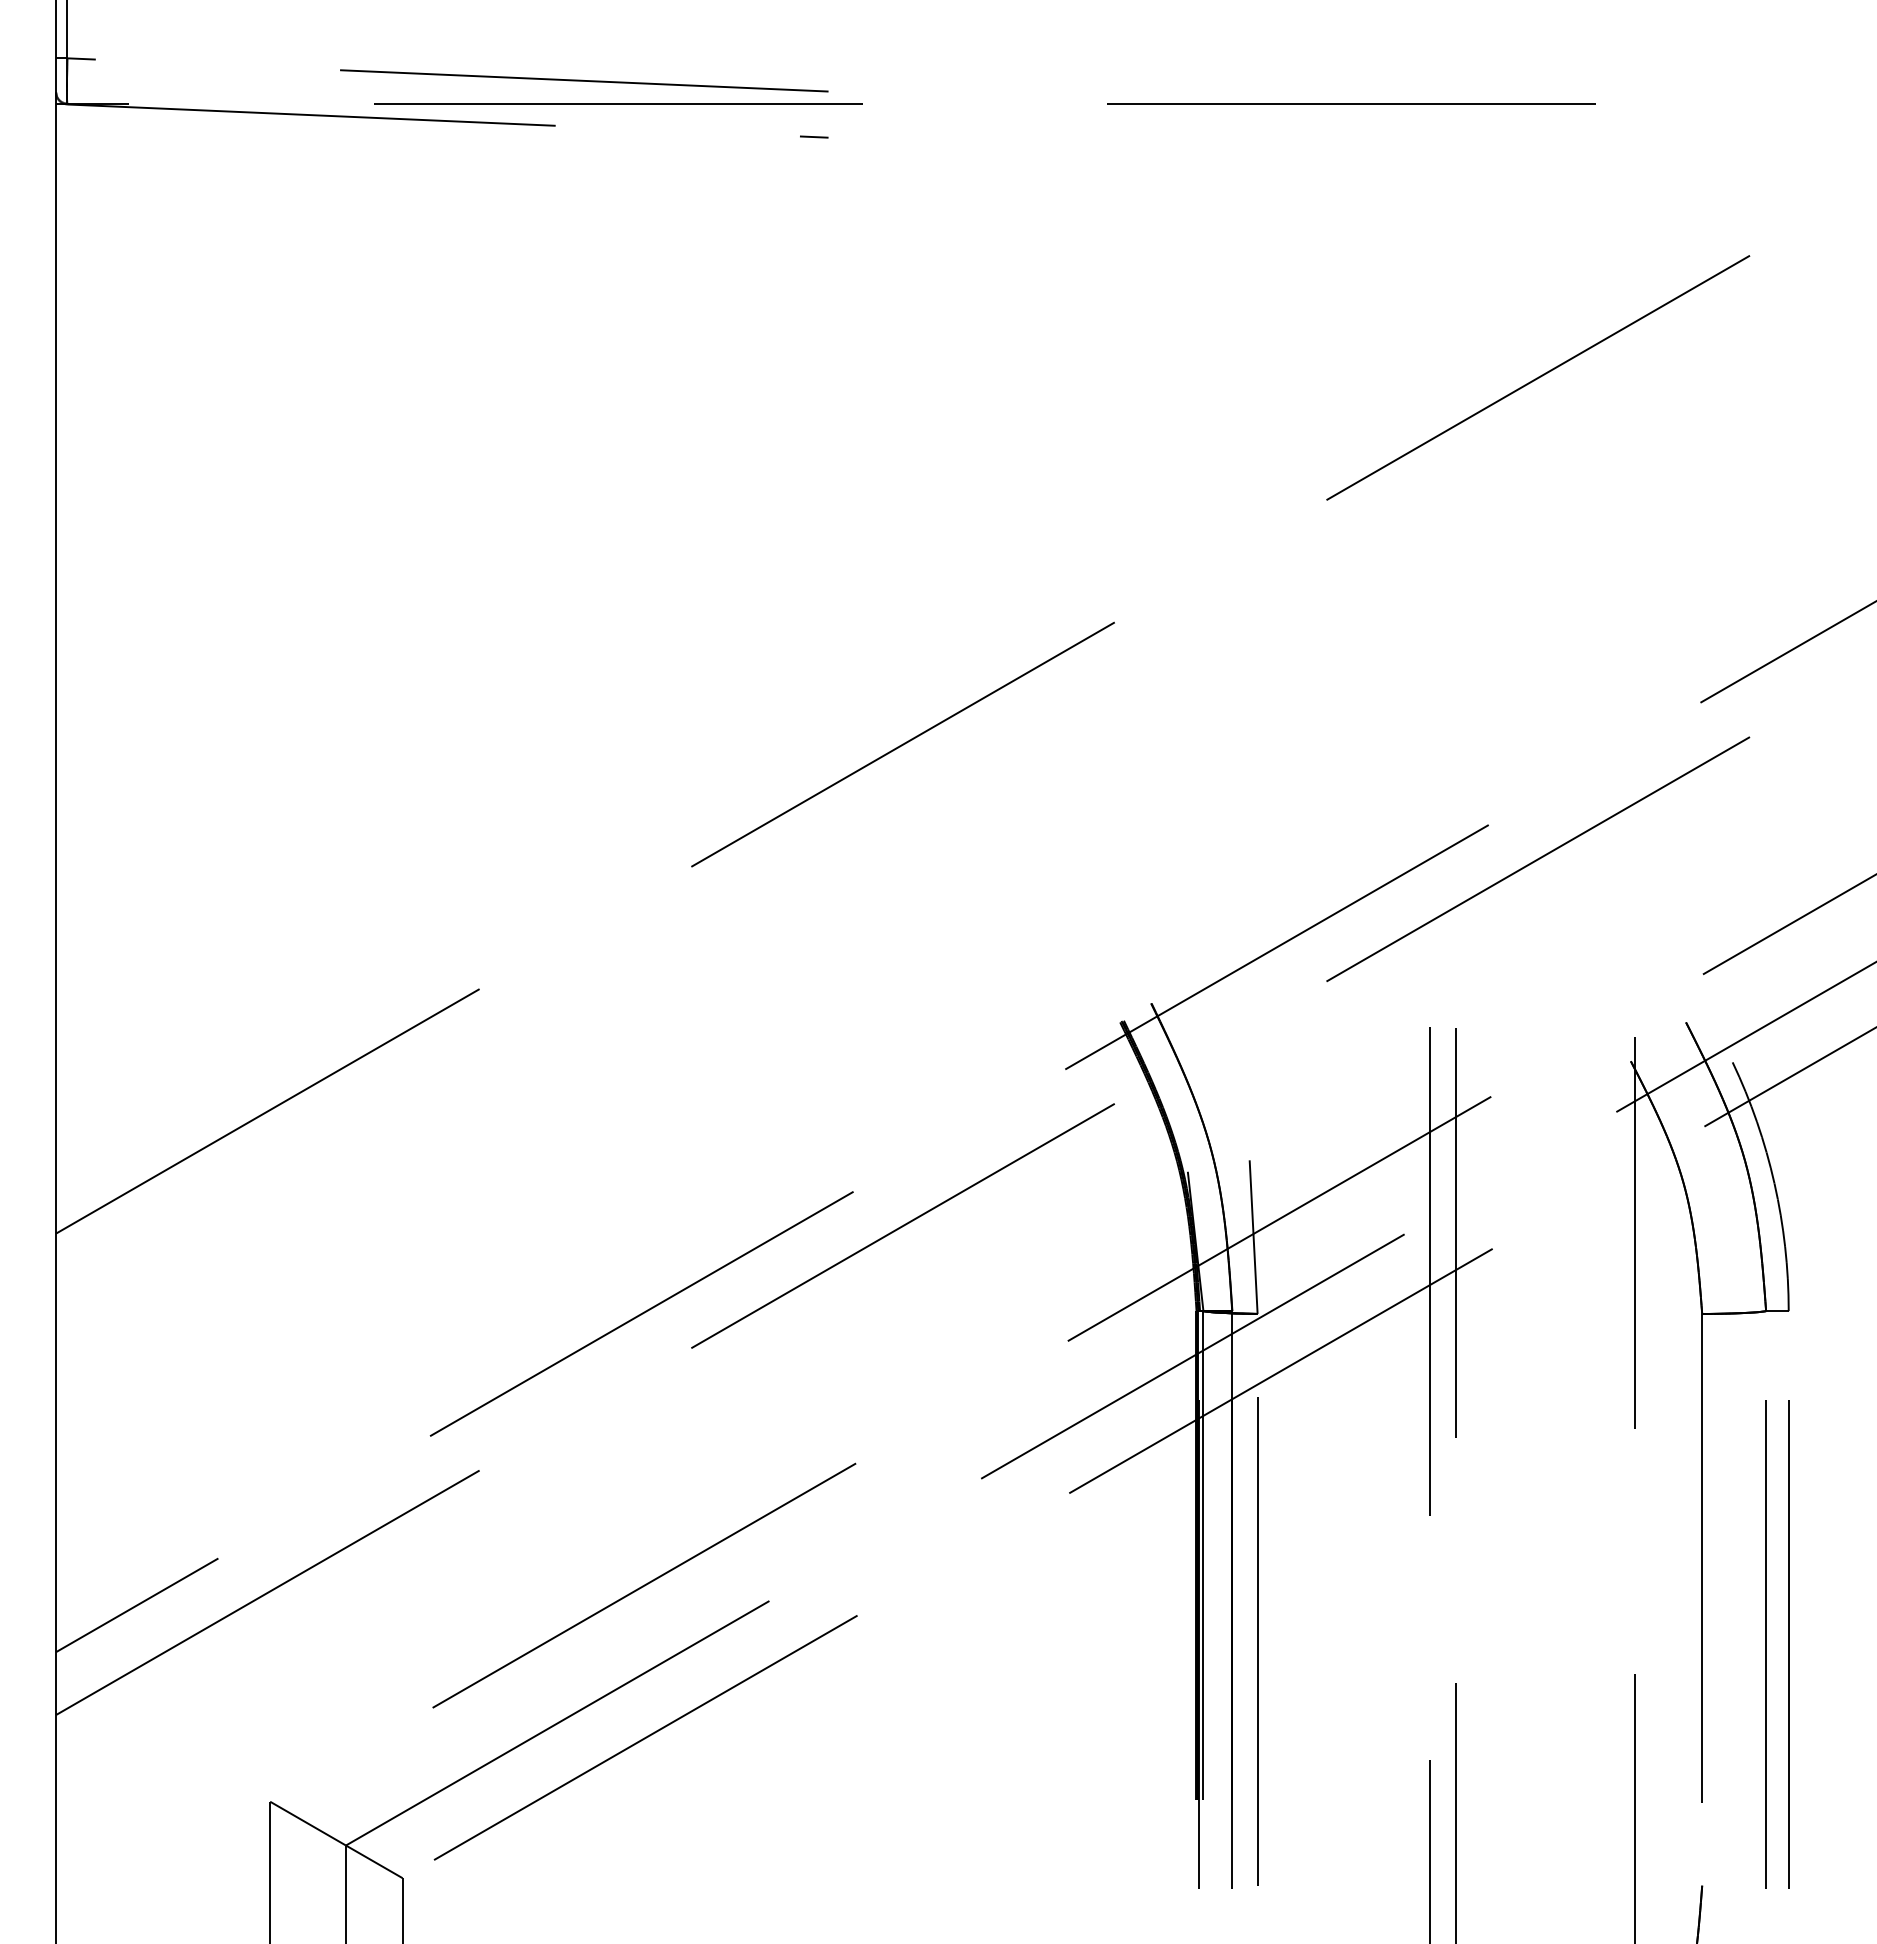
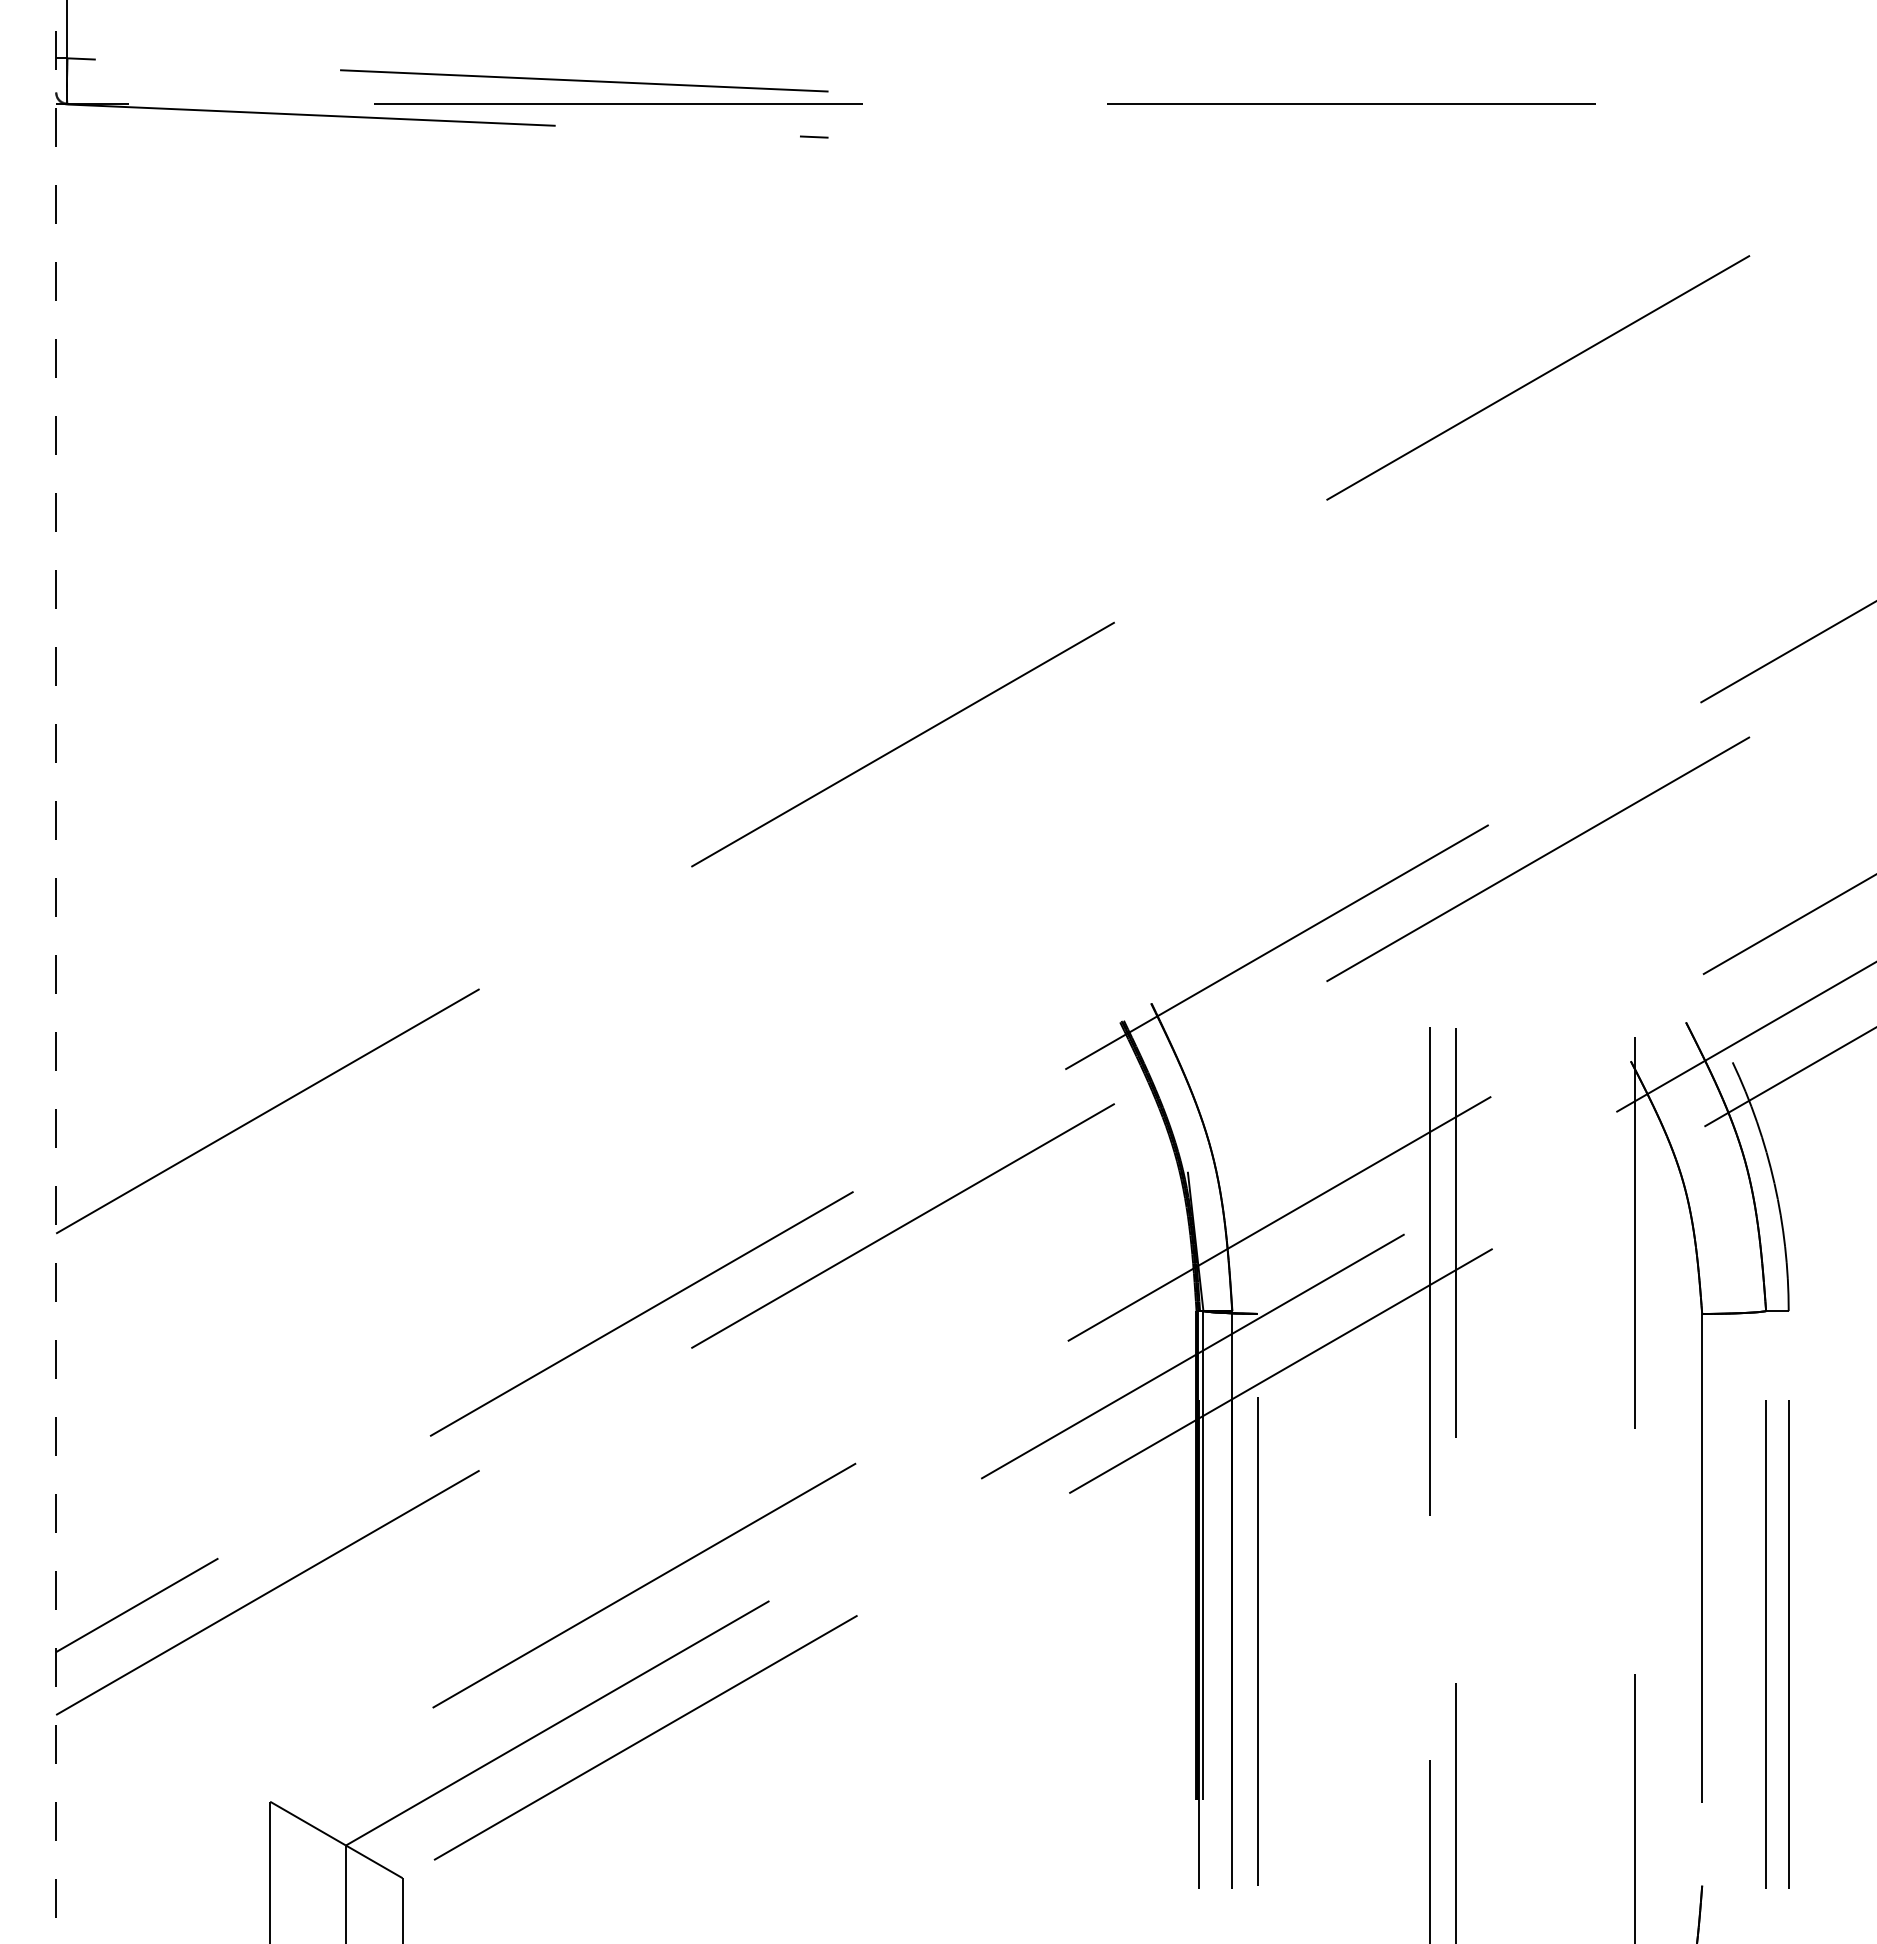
line at (56, 971): solid -> dashed
line at (1253, 1236): present -> none
